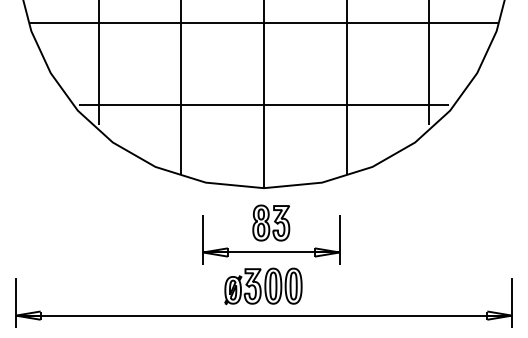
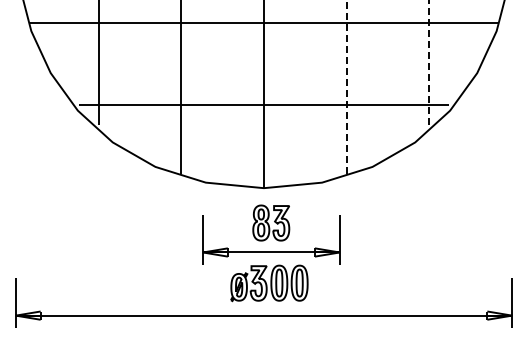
line at (429, 61): solid -> dashed
line at (346, 87): solid -> dashed
part at (263, 286) position: (263, 286) -> (269, 283)
